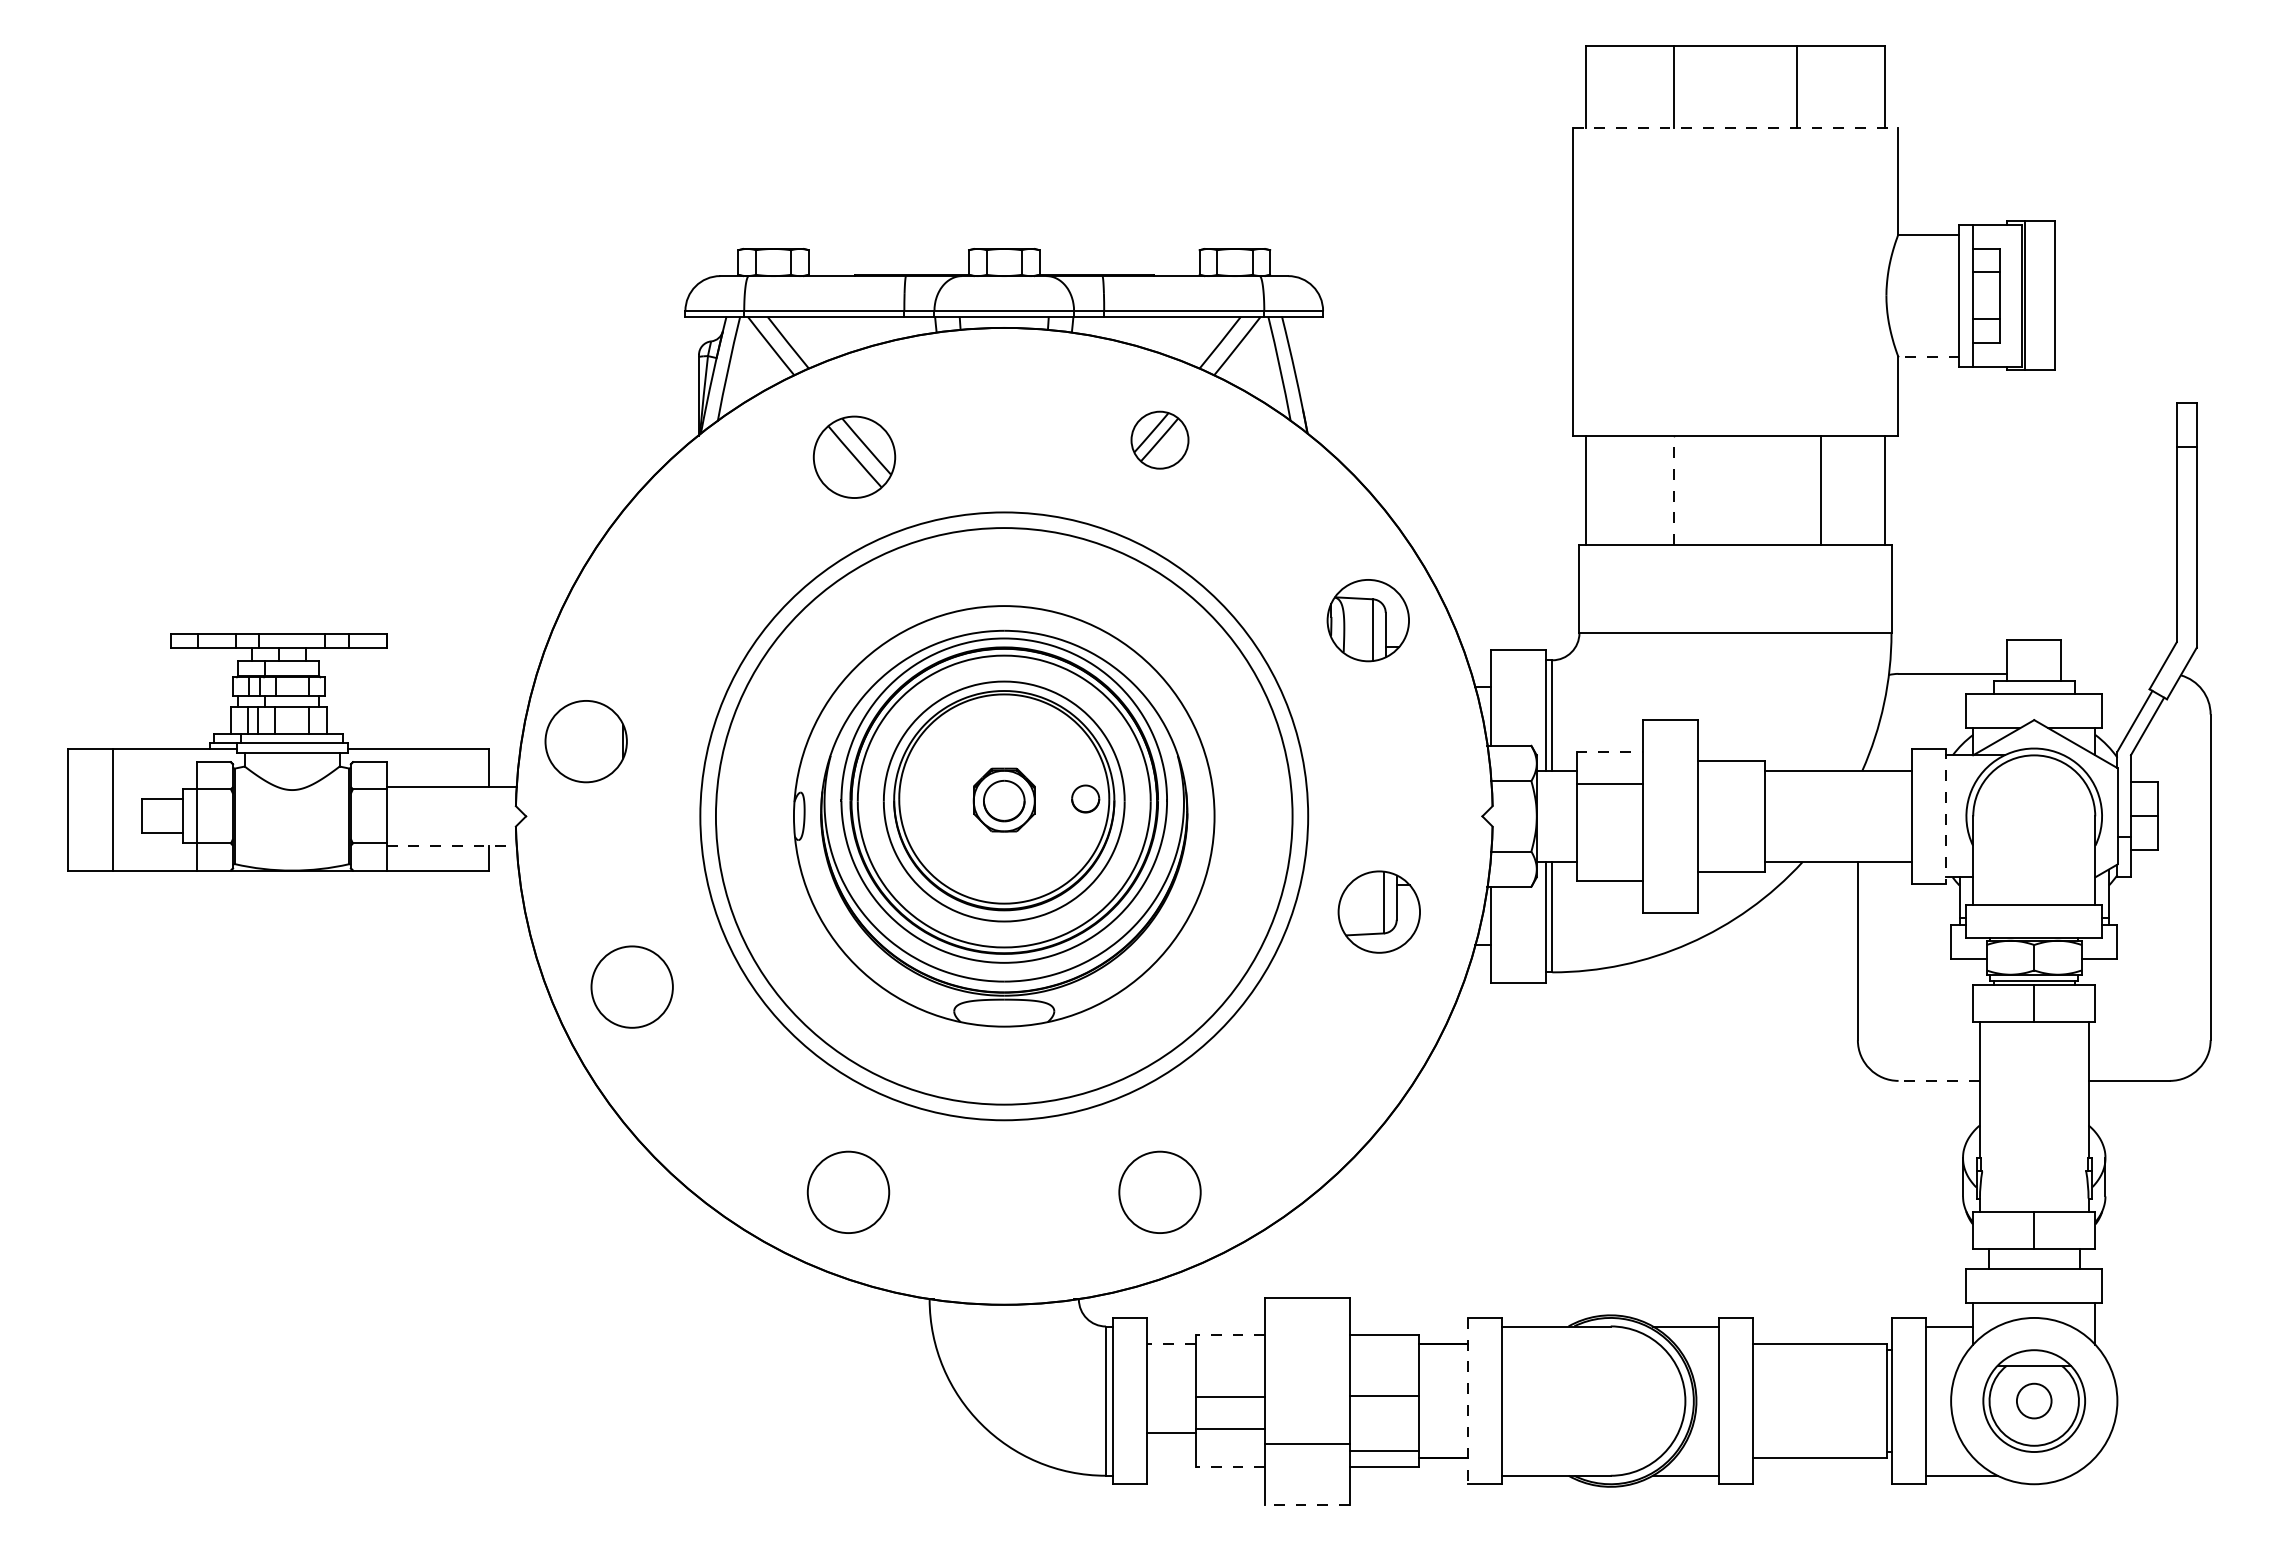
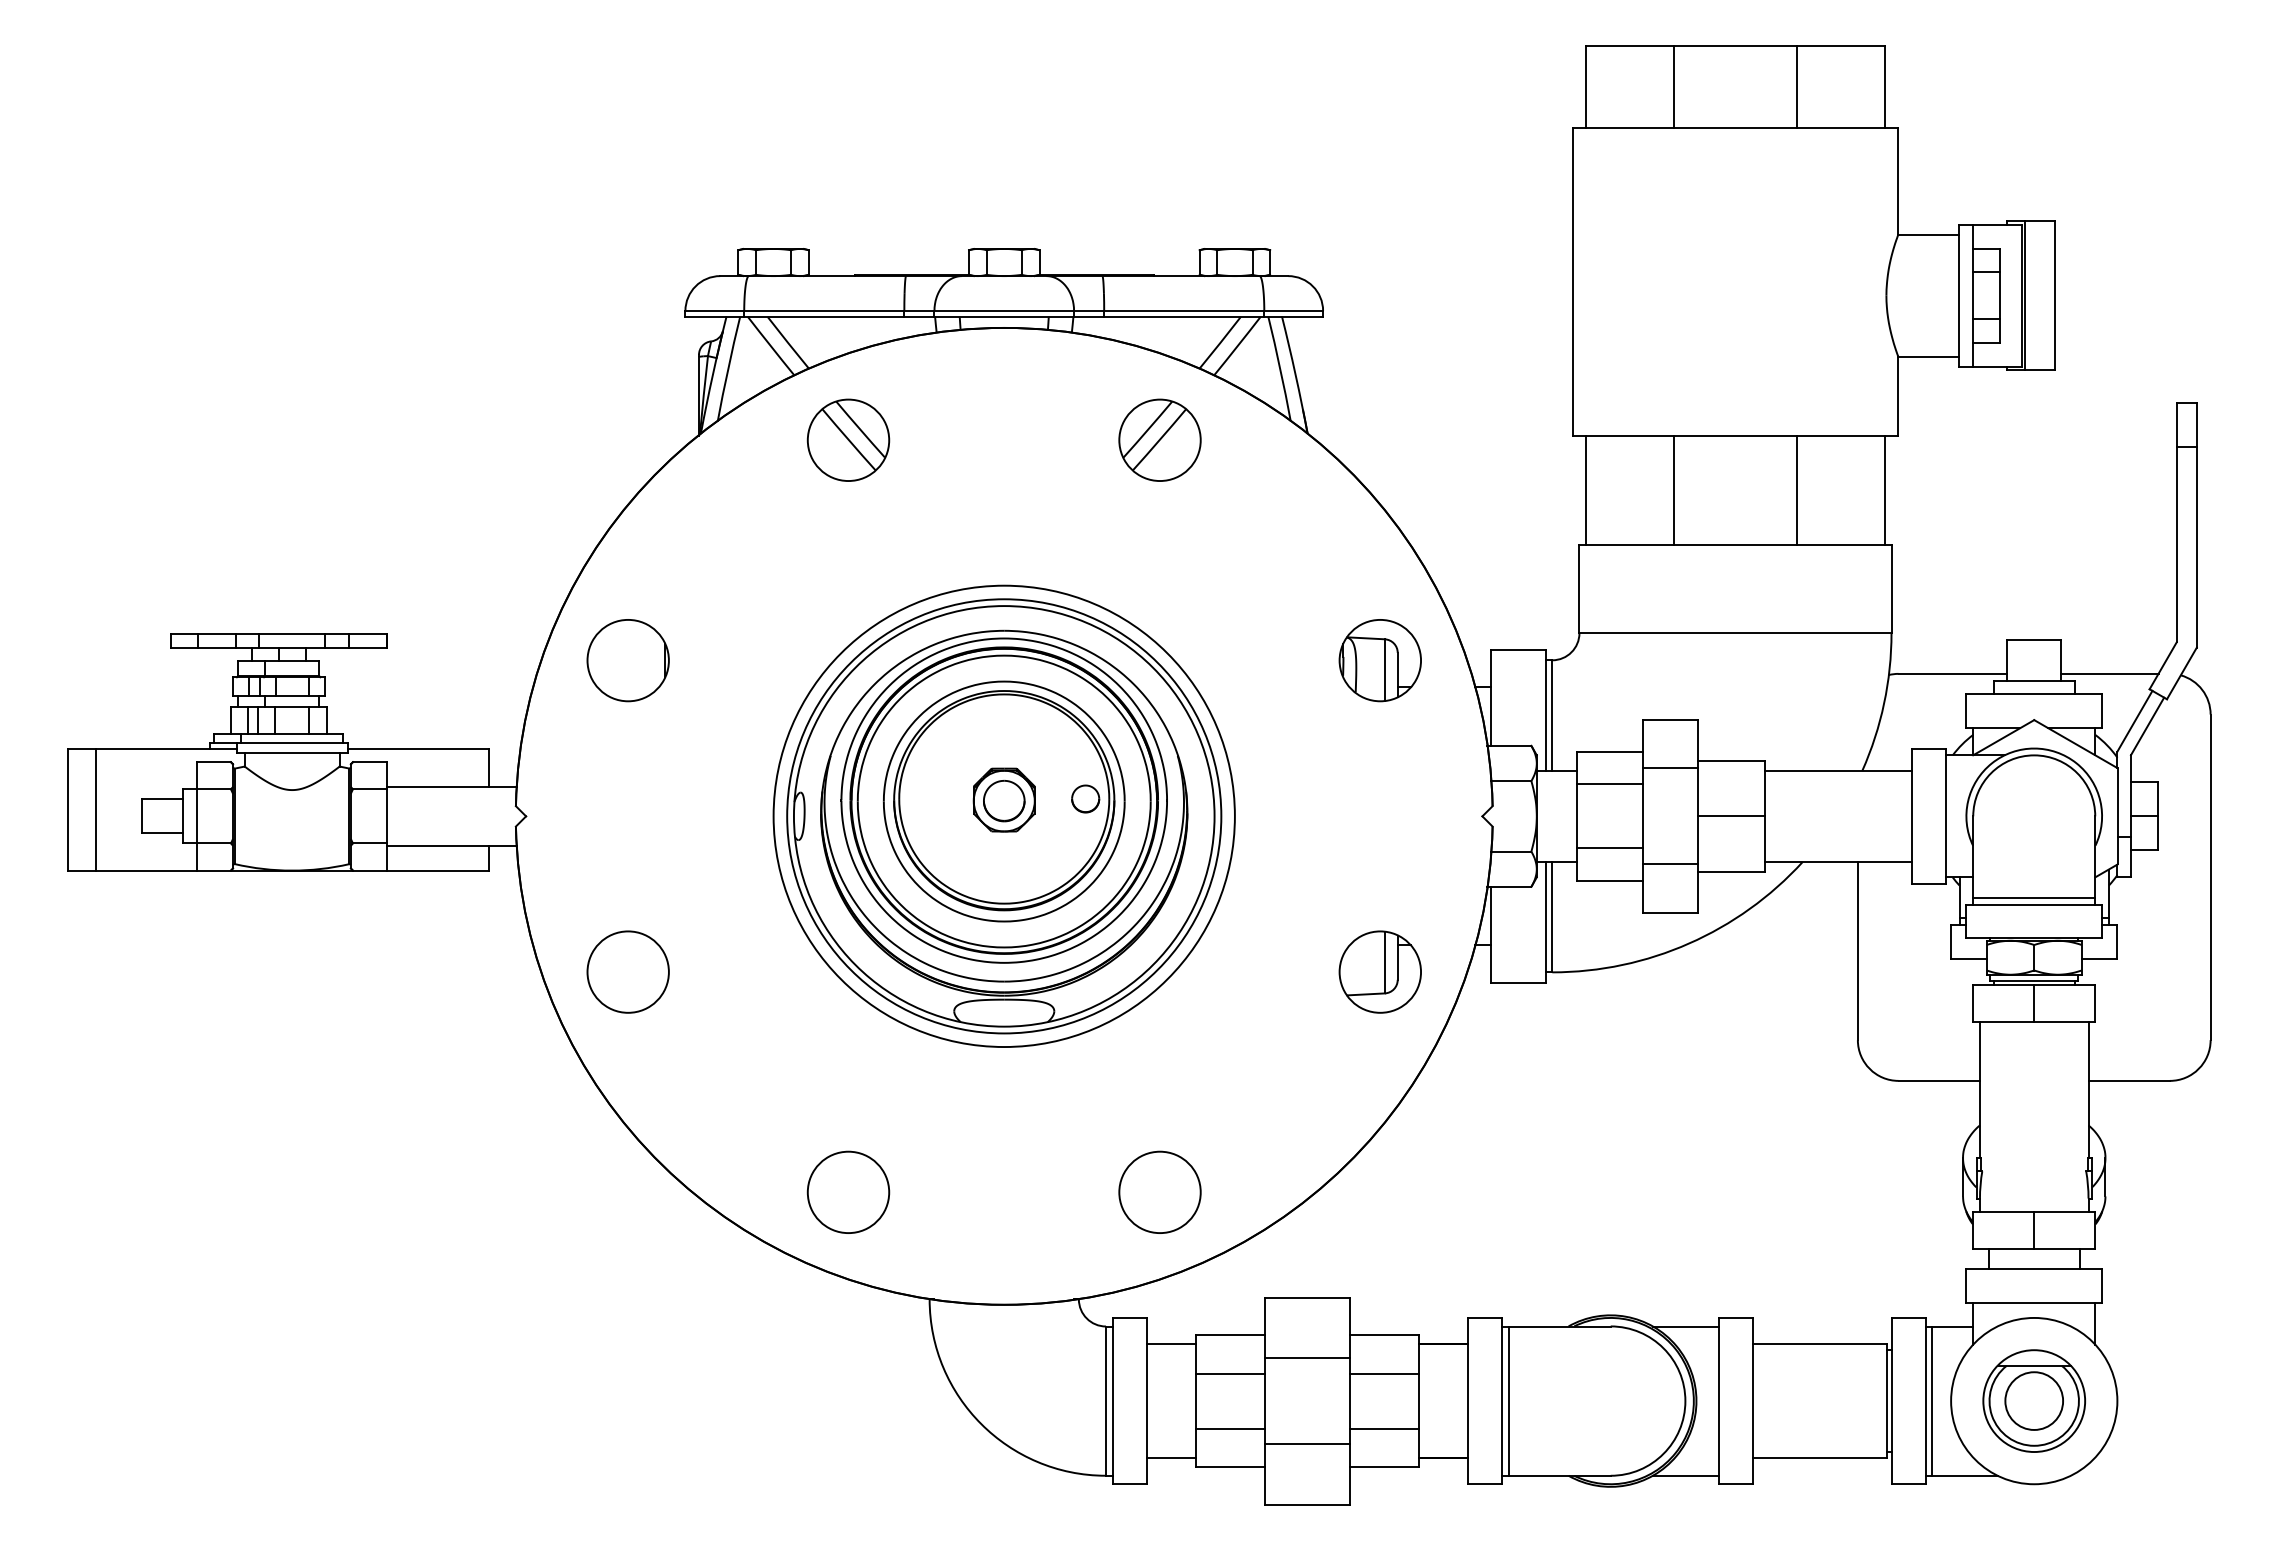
line at (1735, 127): dashed -> solid
line at (1928, 356): dashed -> solid
part at (1159, 439) size: 60x60 px -> 84x84 px
part at (854, 456) position: (854, 456) -> (848, 439)
line at (1673, 490): dashed -> solid
line at (1821, 490) position: (1821, 490) -> (1797, 490)
part at (1367, 620) position: (1367, 620) -> (1379, 660)
line at (2109, 673): none -> present
part at (585, 741) position: (585, 741) -> (627, 660)
line at (1610, 752): dashed -> solid
line at (1670, 768): none -> present
line at (112, 809) position: (112, 809) -> (95, 809)
circle at (1003, 816) diameter: 577 px -> 461 px
circle at (1004, 816) diameter: 608 px -> 434 px
line at (1730, 816): none -> present
line at (1946, 816): dashed -> solid
line at (452, 845): dashed -> solid
line at (1609, 848): none -> present
line at (1670, 864): none -> present
line at (2034, 897): none -> present
part at (1378, 911) position: (1378, 911) -> (1379, 971)
circle at (631, 986) position: (631, 986) -> (627, 971)
line at (1939, 1080): dashed -> solid
line at (1230, 1335): dashed -> solid
line at (1170, 1344): dashed -> solid
line at (1307, 1358): none -> present
line at (1384, 1395) position: (1384, 1395) -> (1384, 1373)
line at (1230, 1396) position: (1230, 1396) -> (1230, 1373)
line at (1508, 1400): none -> present
line at (1932, 1400): none -> present
circle at (2033, 1400) diameter: 35 px -> 58 px
line at (1468, 1401): dashed -> solid
line at (1170, 1433) position: (1170, 1433) -> (1170, 1458)
line at (1384, 1450) position: (1384, 1450) -> (1384, 1428)
line at (1230, 1467): dashed -> solid
line at (1306, 1504): dashed -> solid
